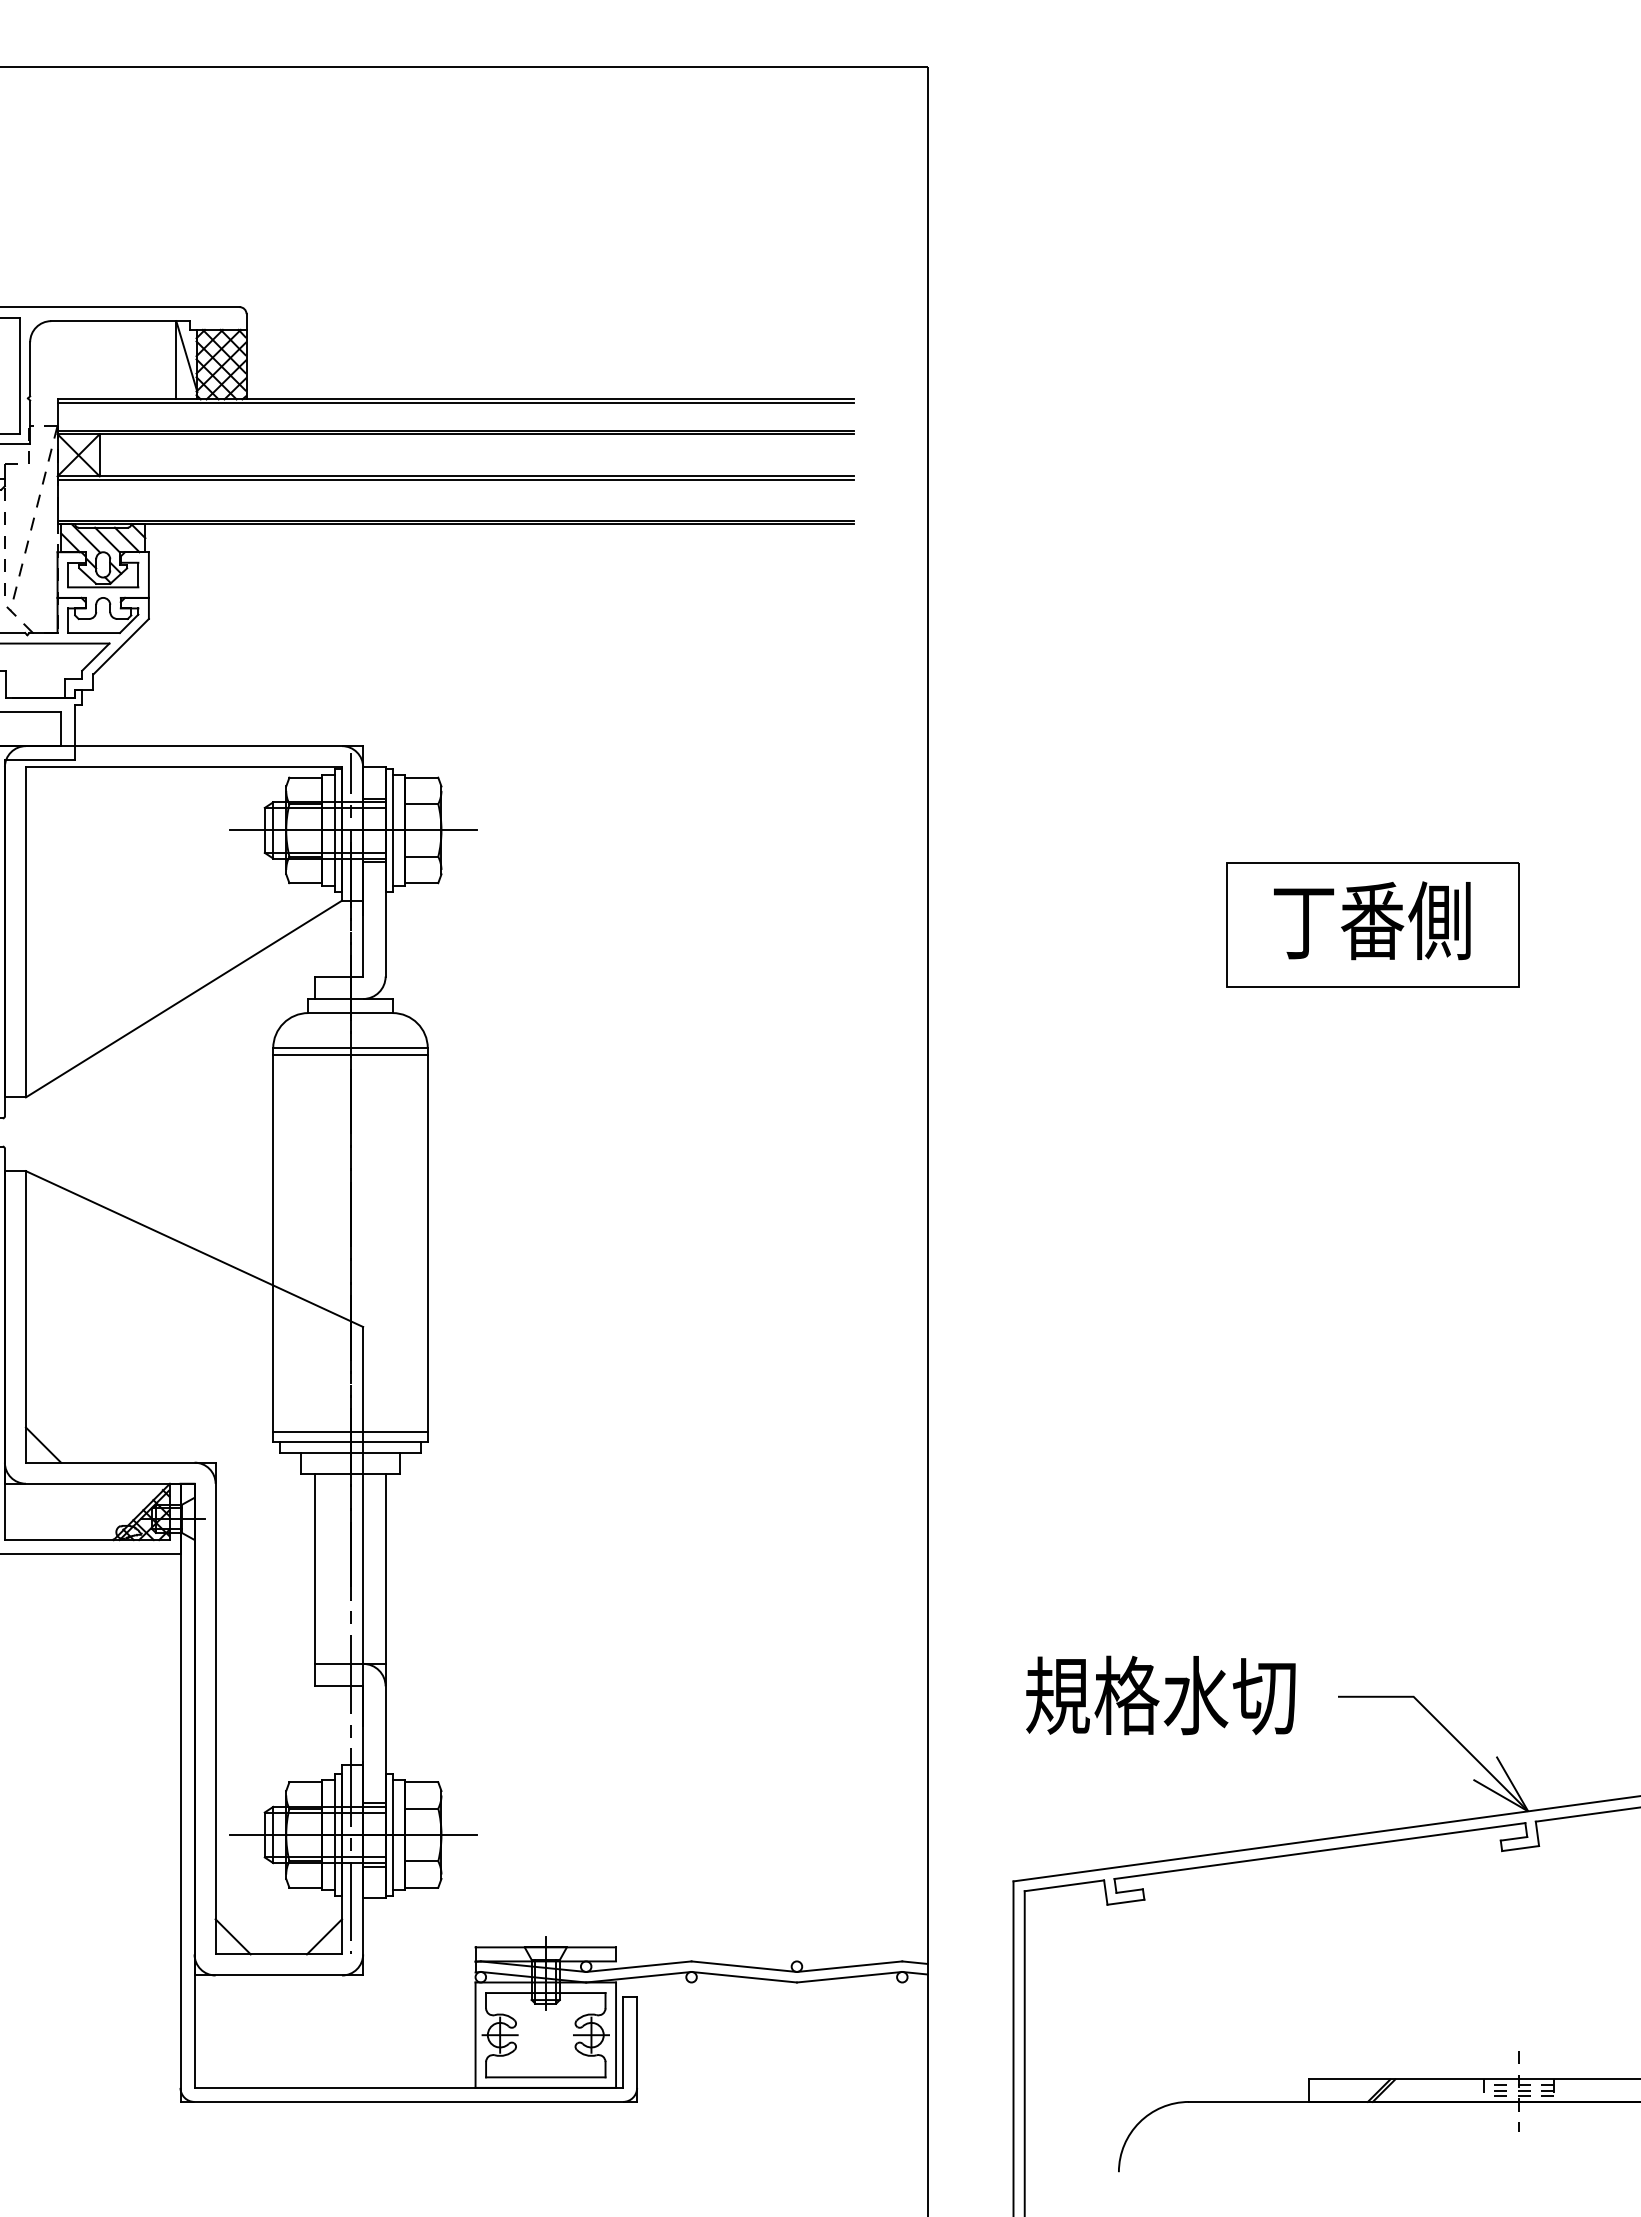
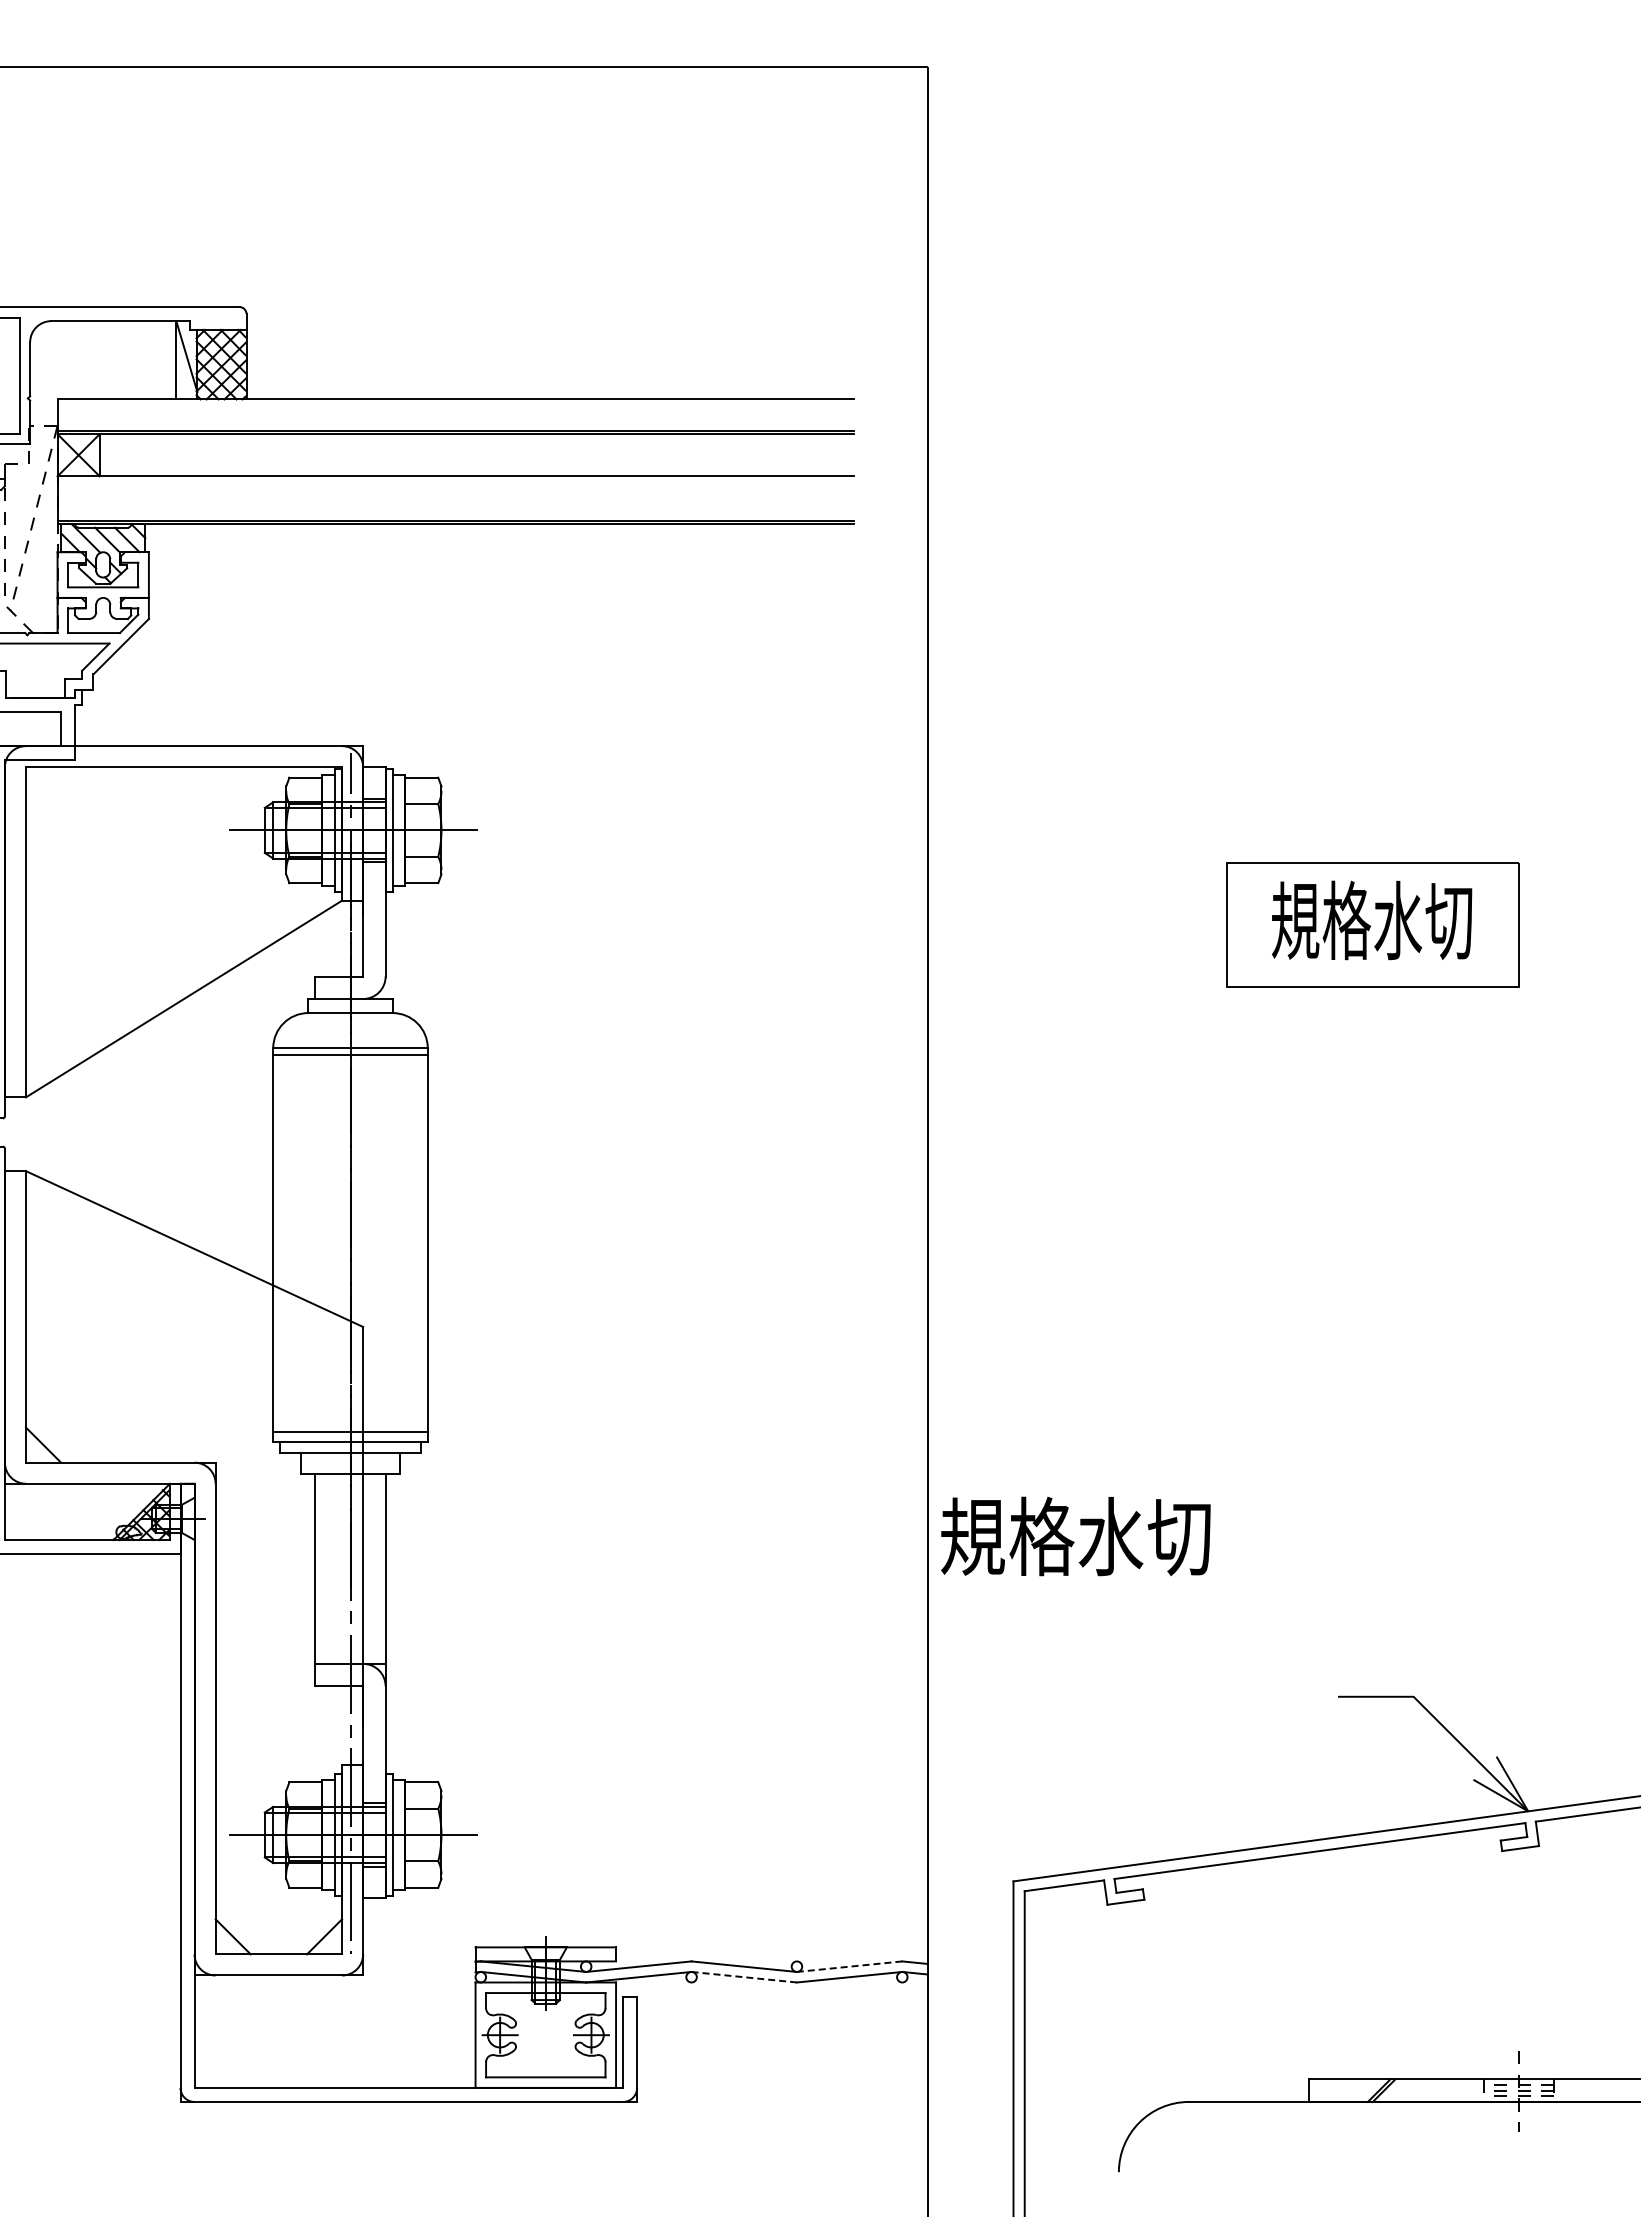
line at (455, 402): present -> none
line at (455, 479): present -> none
text at (1372, 920): 丁番側 -> 規格水切
text at (1160, 1695) position: (1160, 1695) -> (1075, 1536)
line at (849, 1966): solid -> dashed
line at (744, 1977): solid -> dashed
